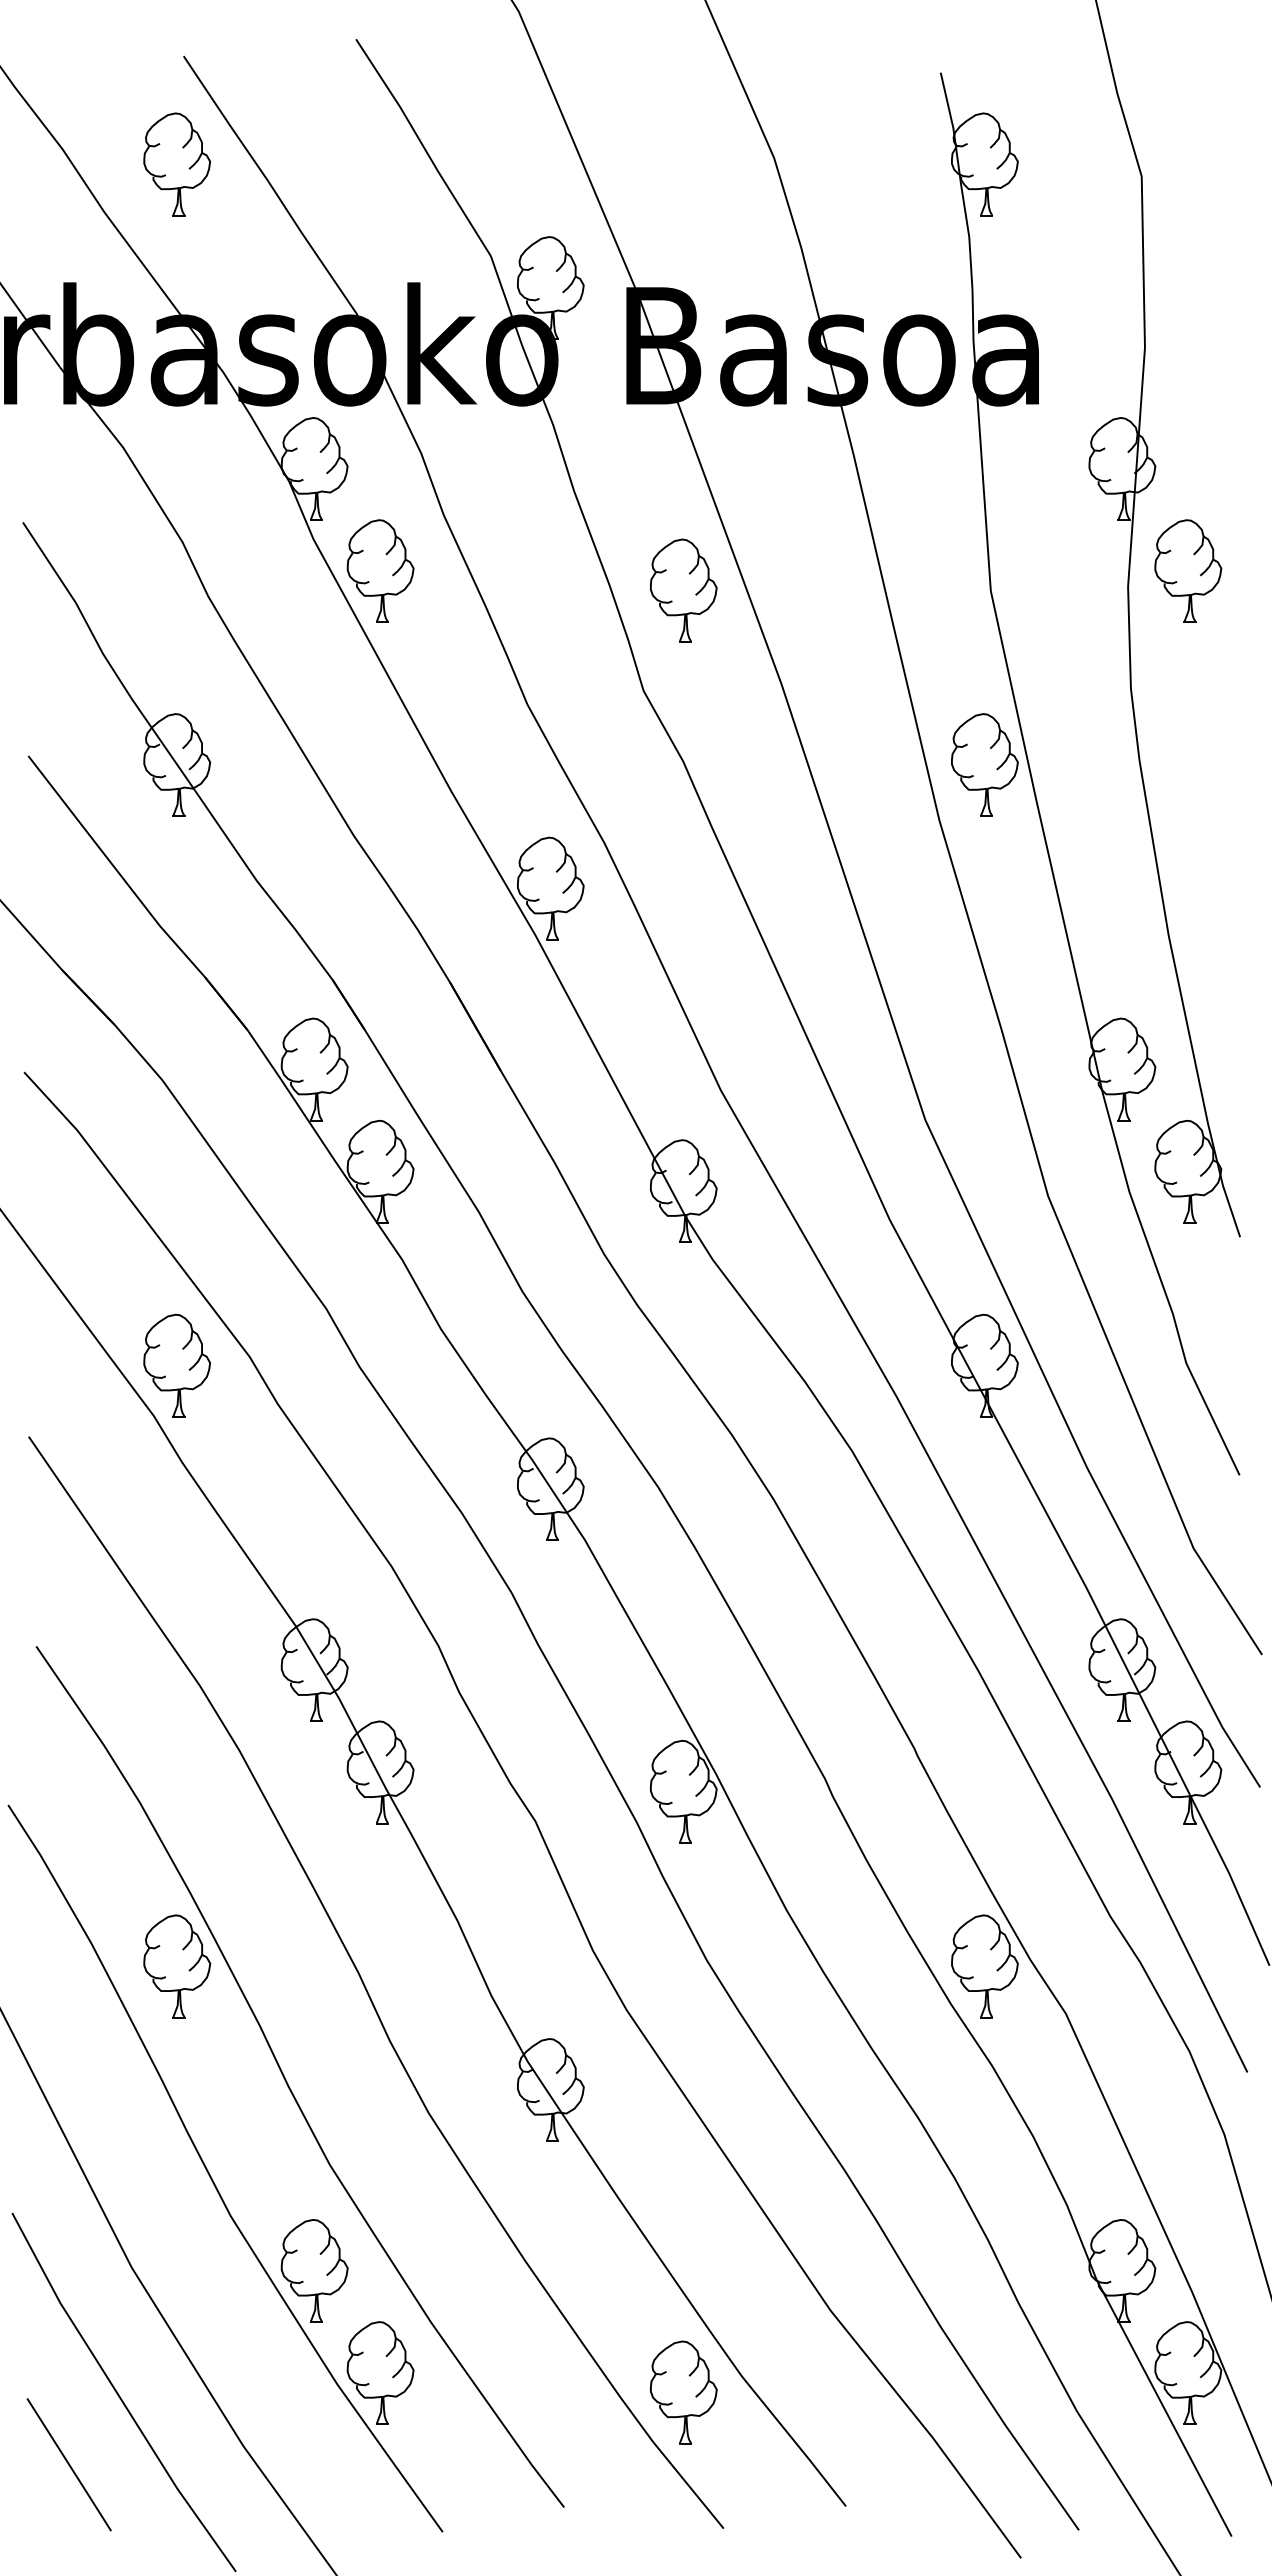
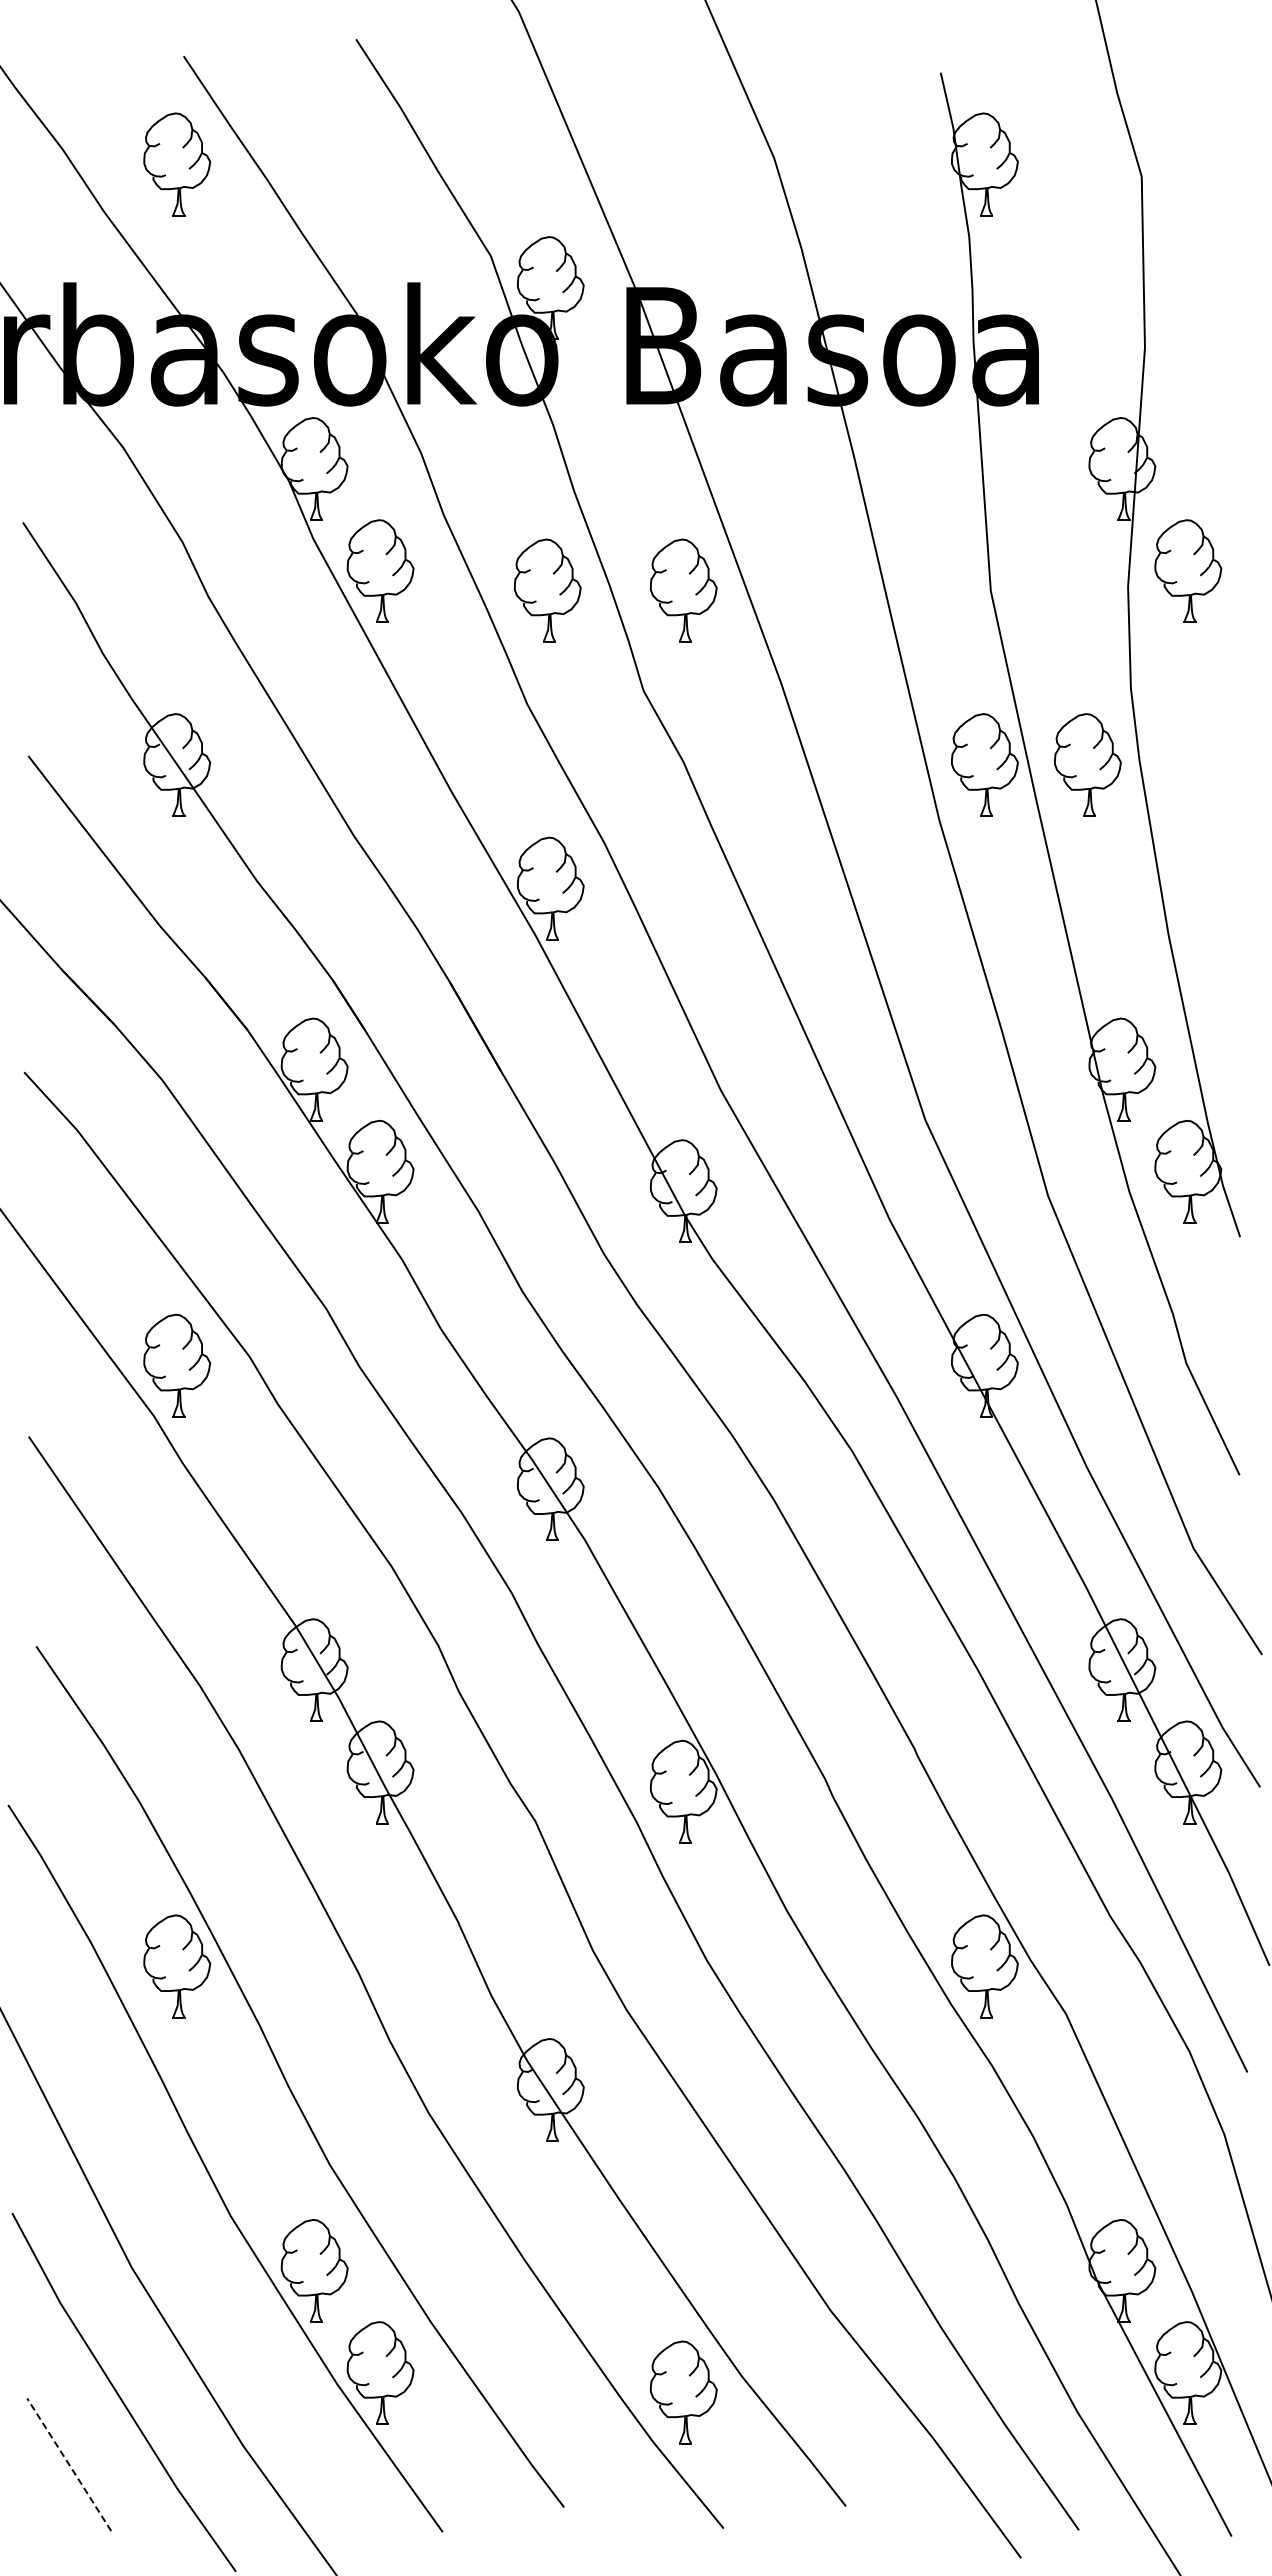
part at (547, 590): none -> present
part at (1087, 764): none -> present
line at (69, 2465): solid -> dashed
